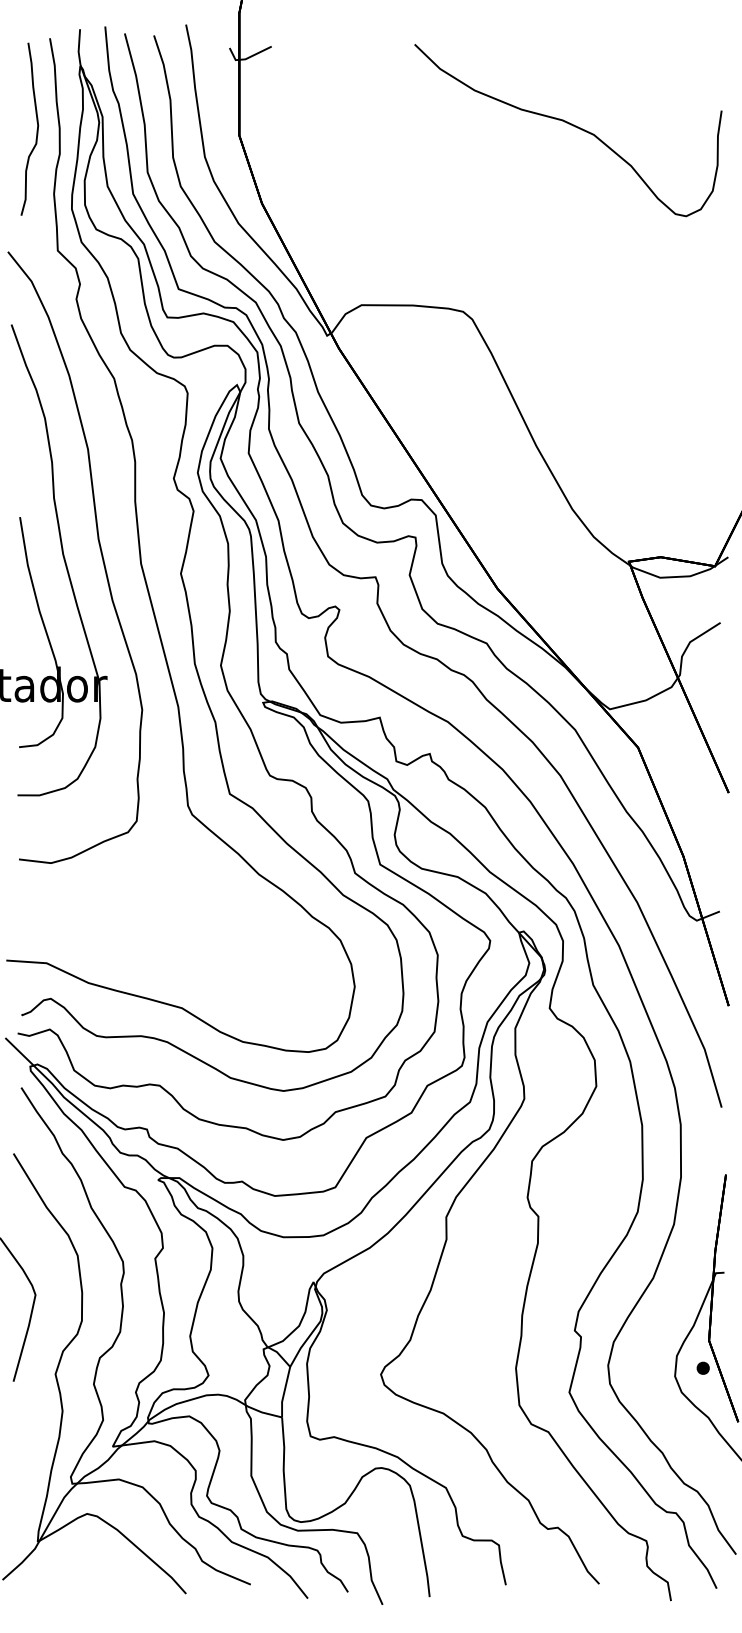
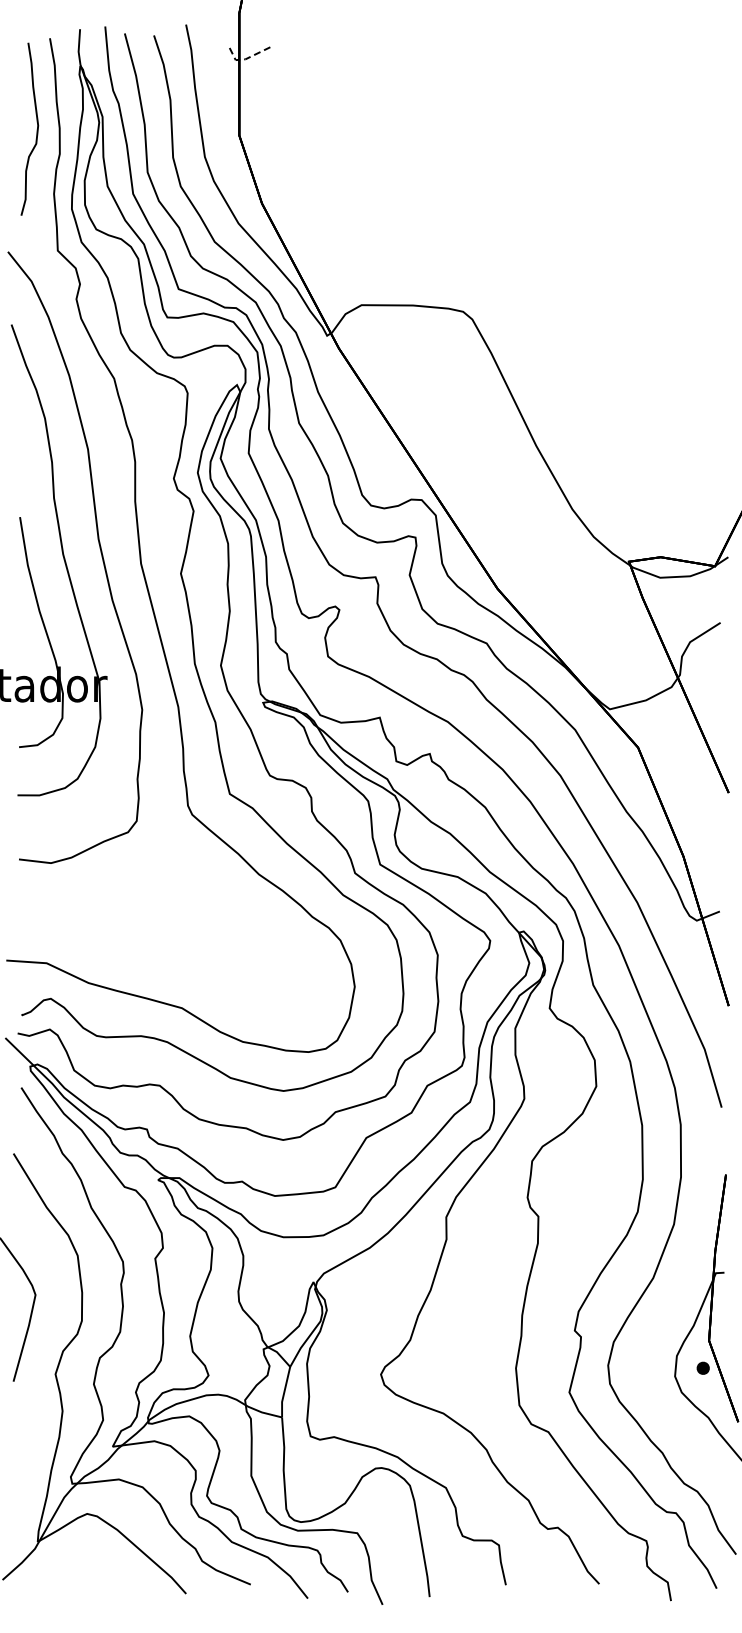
line at (247, 58): solid -> dashed
curve at (571, 125): present -> none
